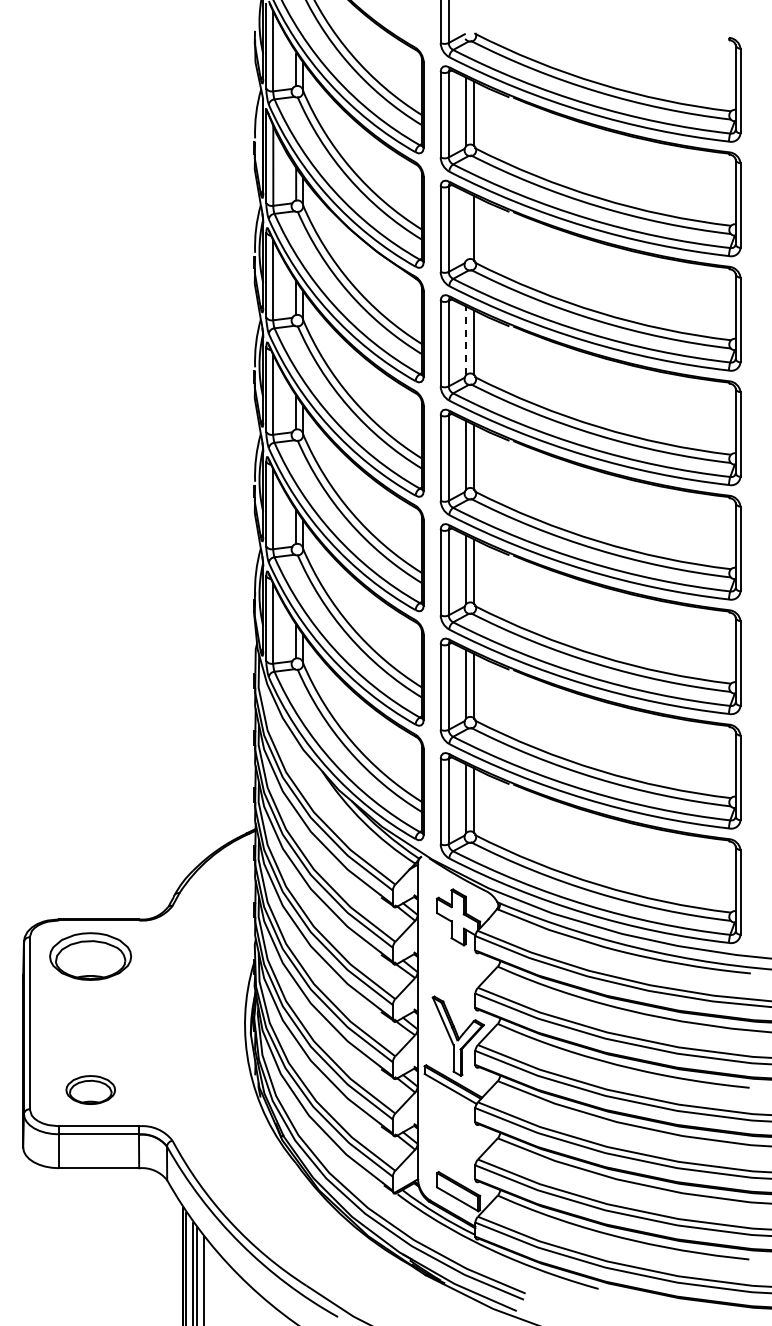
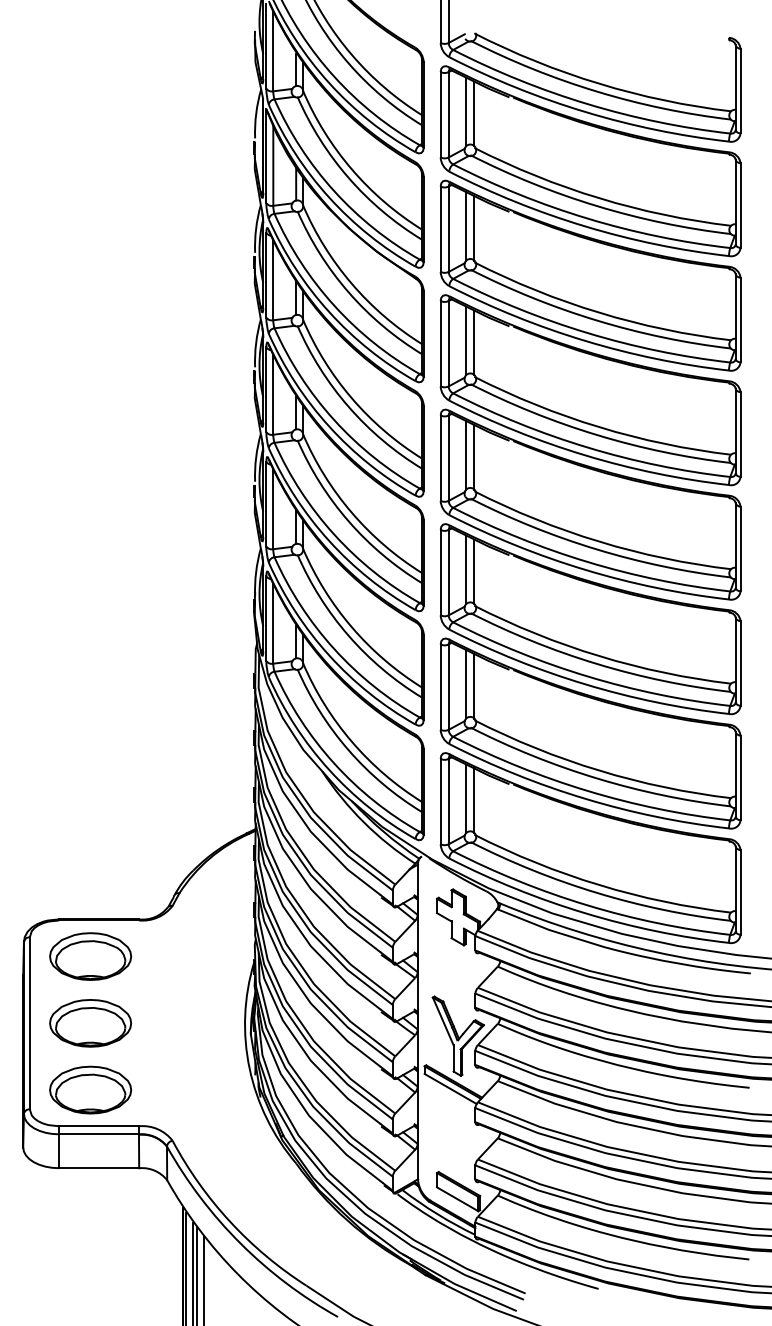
line at (466, 226): none -> present
line at (466, 340): dashed -> solid
part at (90, 1023): none -> present
part at (90, 1089) size: 51x30 px -> 84x50 px
